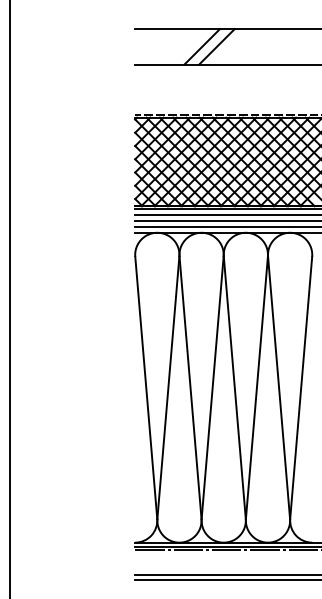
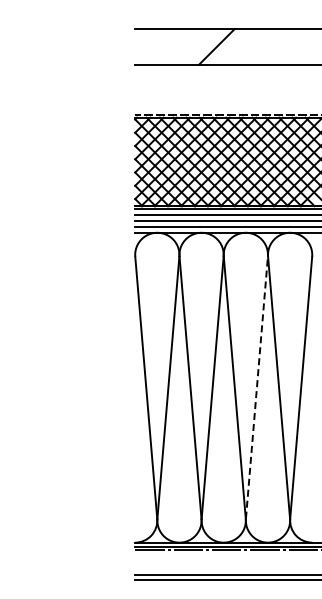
line at (201, 46): present -> none
line at (9, 298): present -> none
line at (256, 387): solid -> dashed
